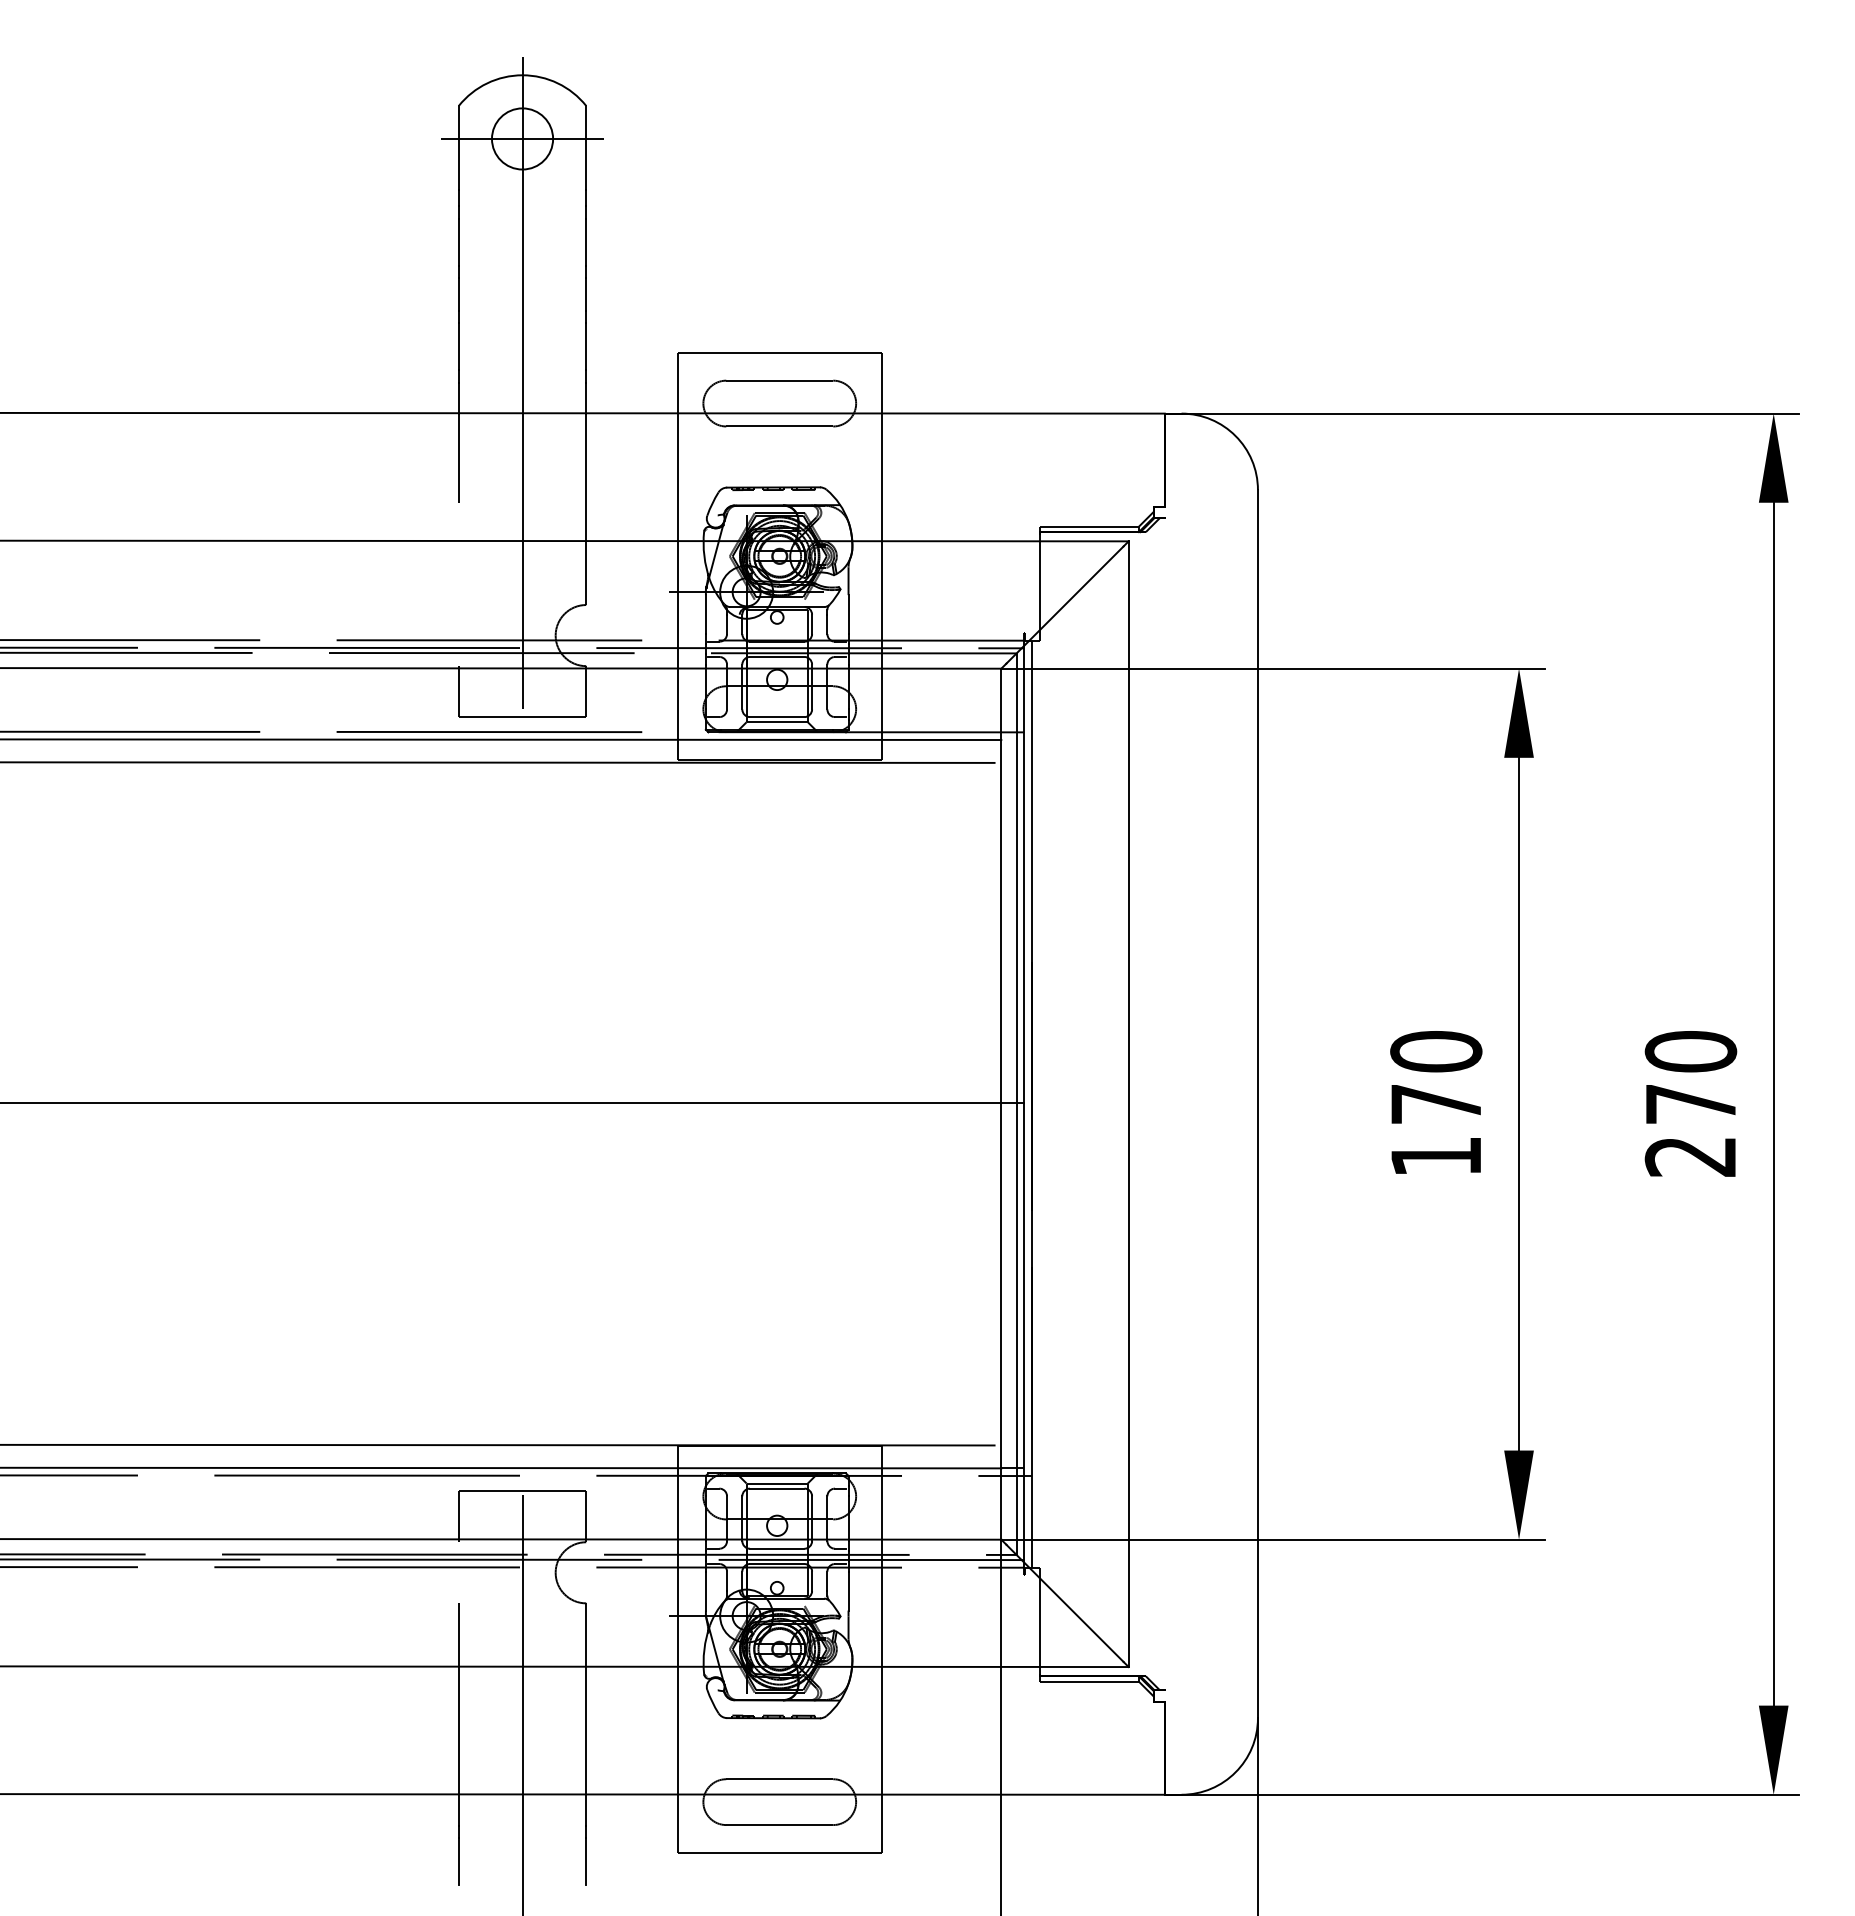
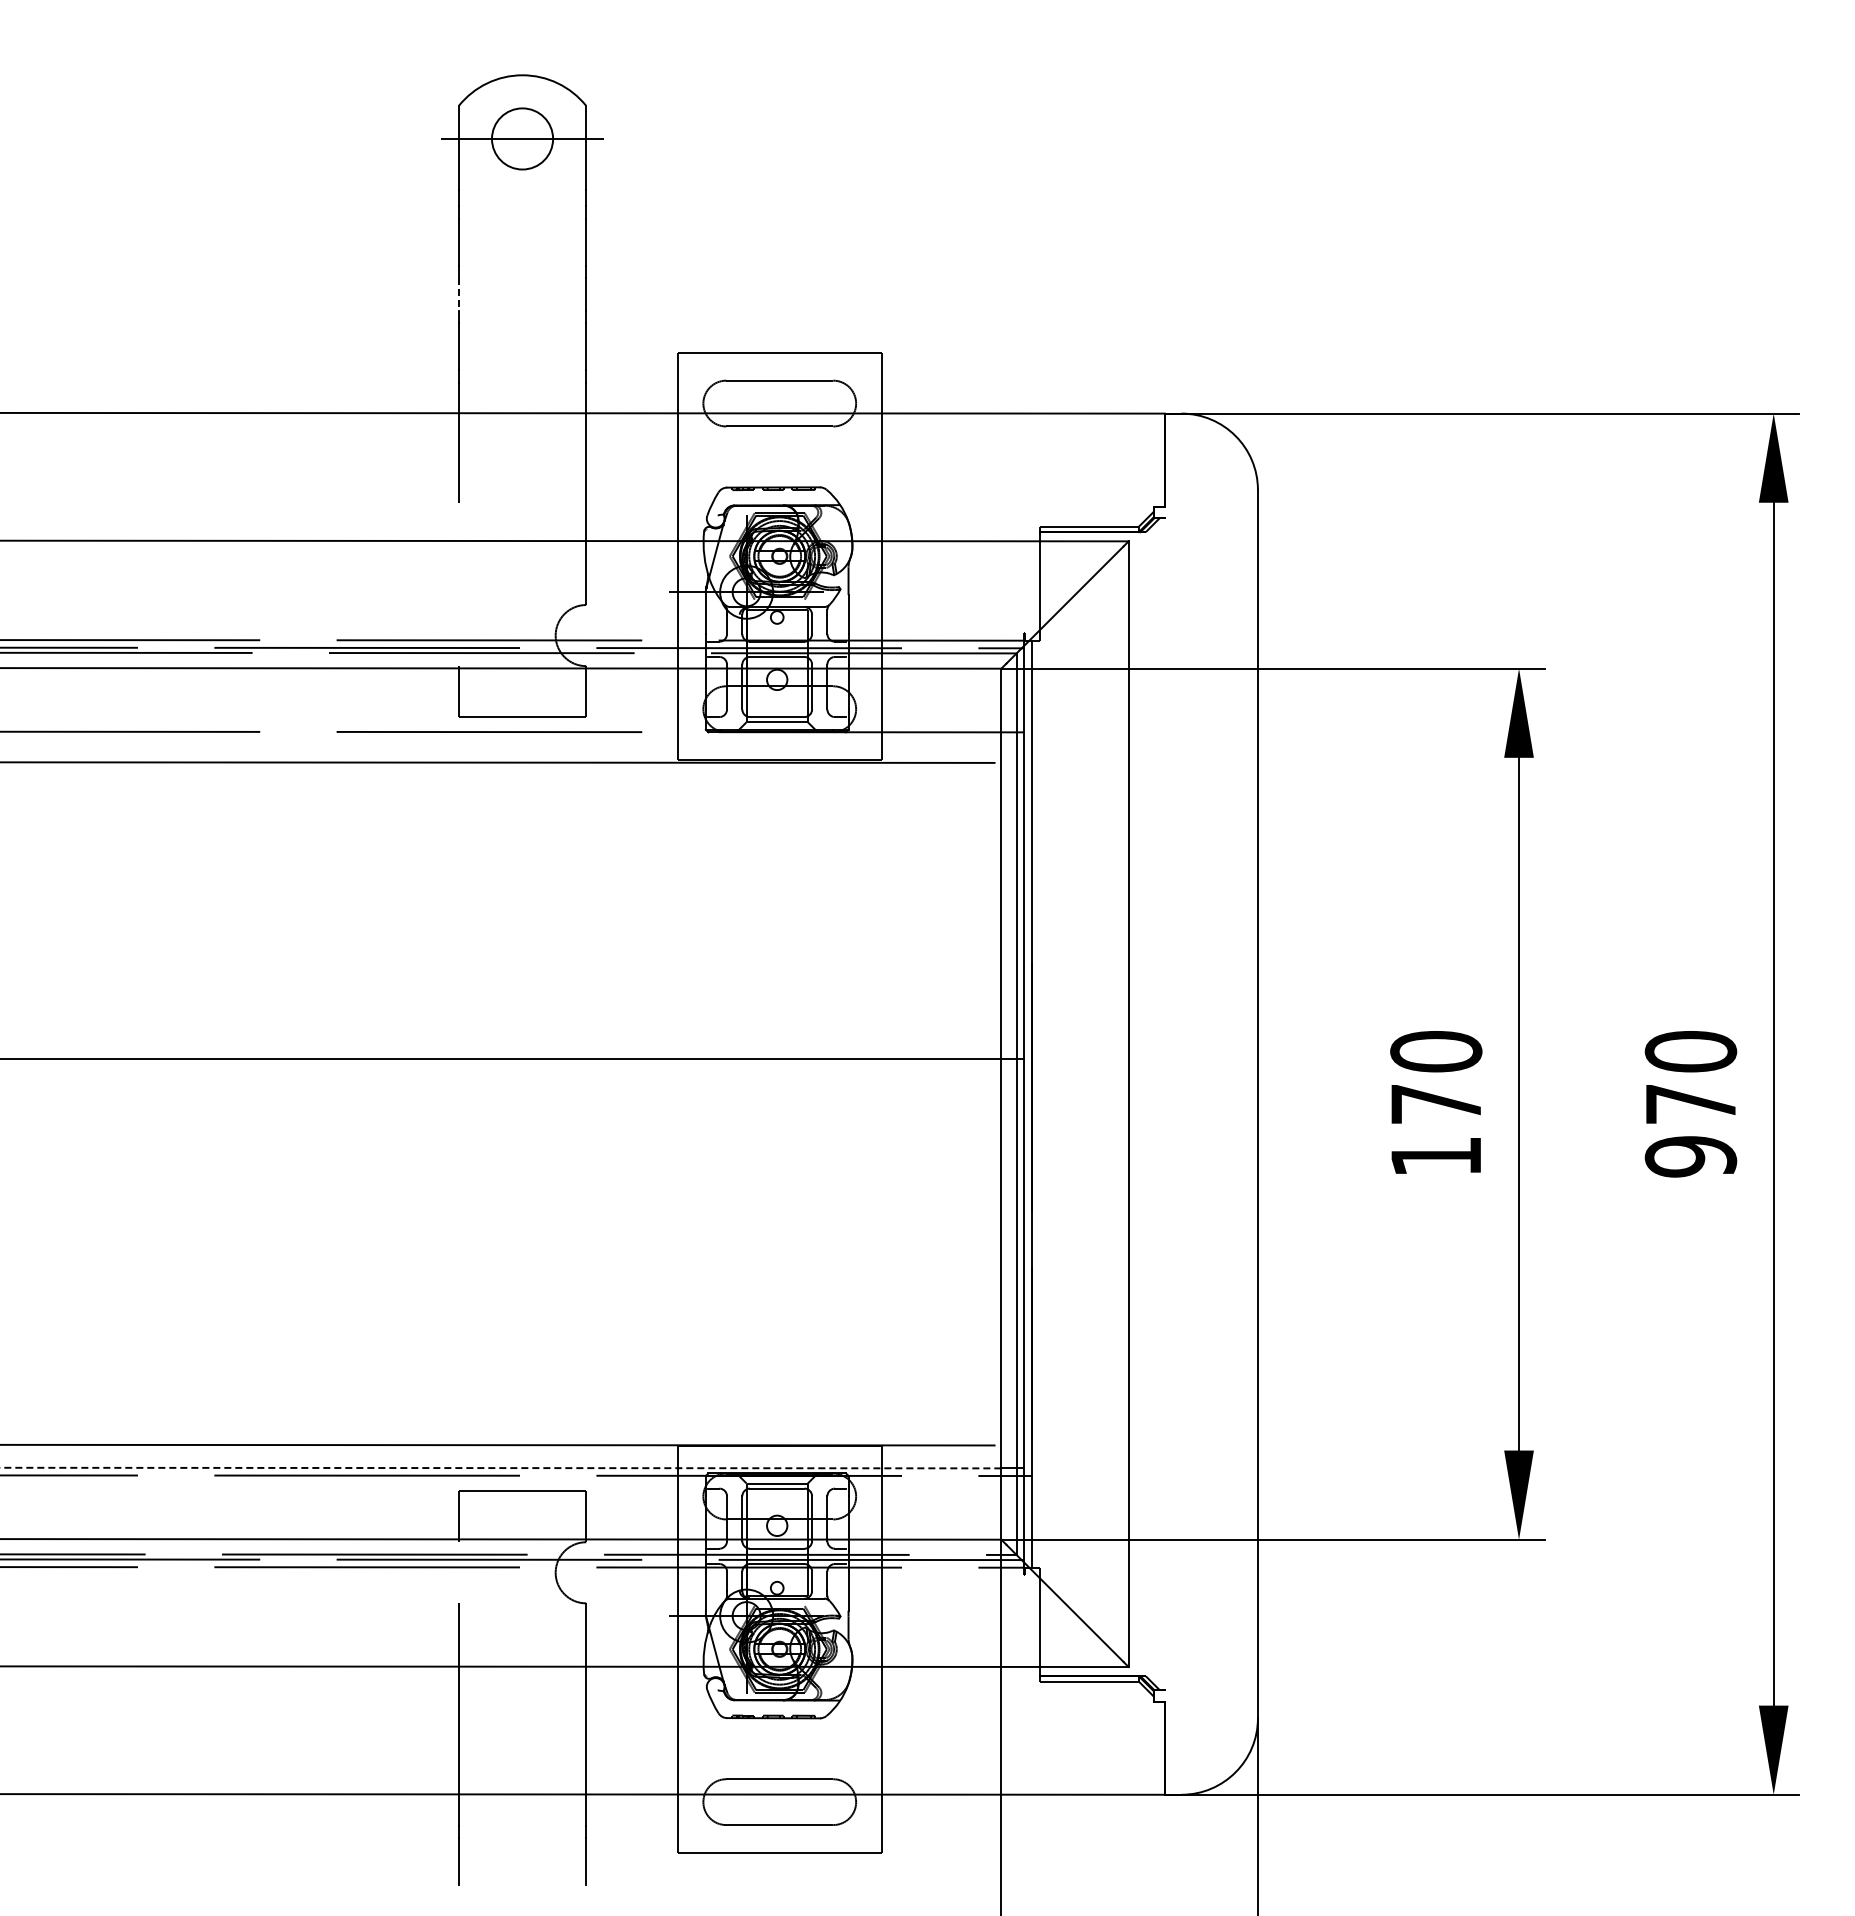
line at (458, 294): solid -> dashed
line at (522, 382): present -> none
line at (501, 739): present -> none
line at (513, 1102) position: (513, 1102) -> (513, 1058)
text at (1690, 1156): 270 -> 970
line at (501, 1468): solid -> dashed
line at (522, 1703): present -> none
